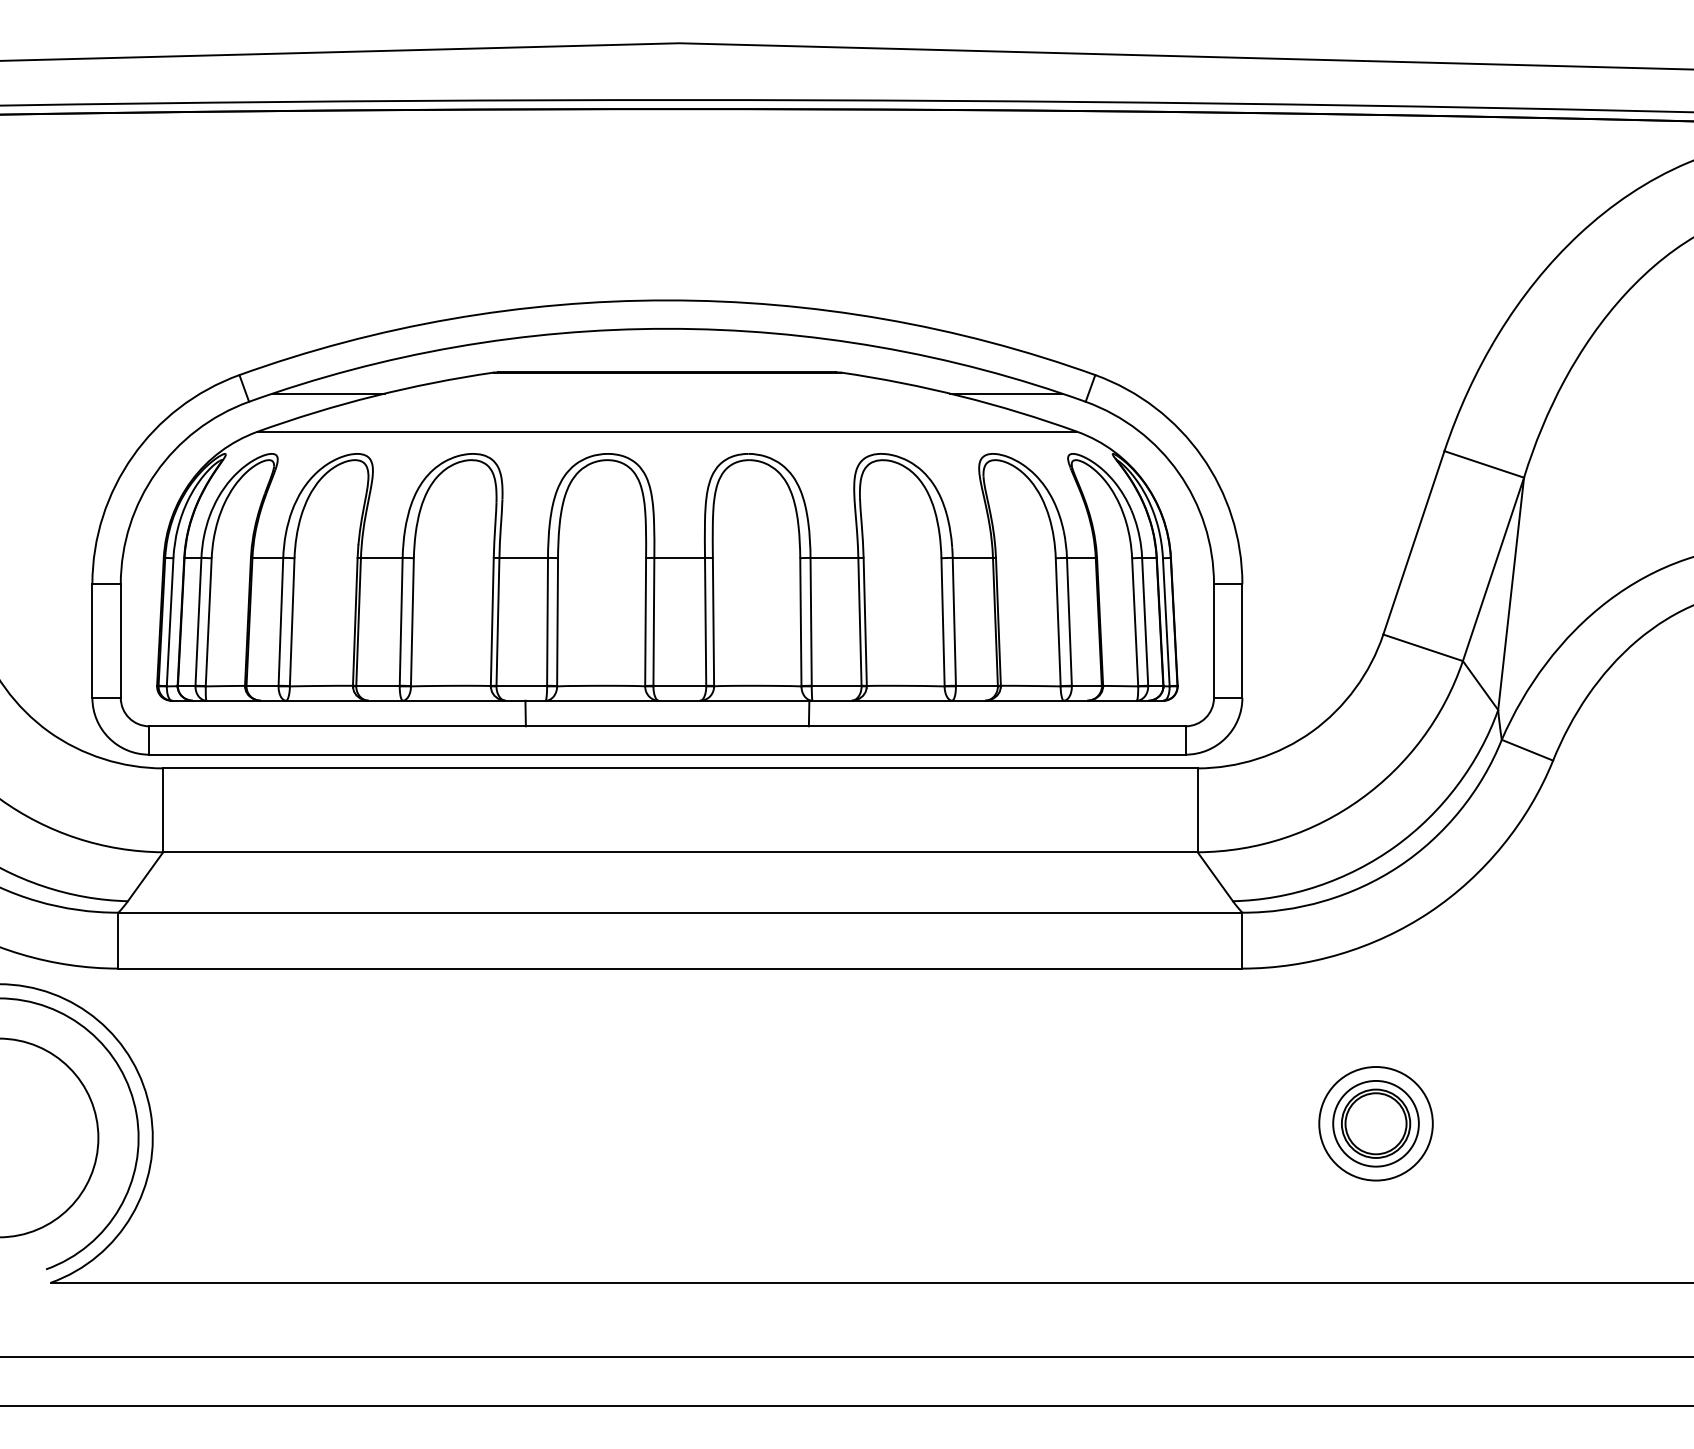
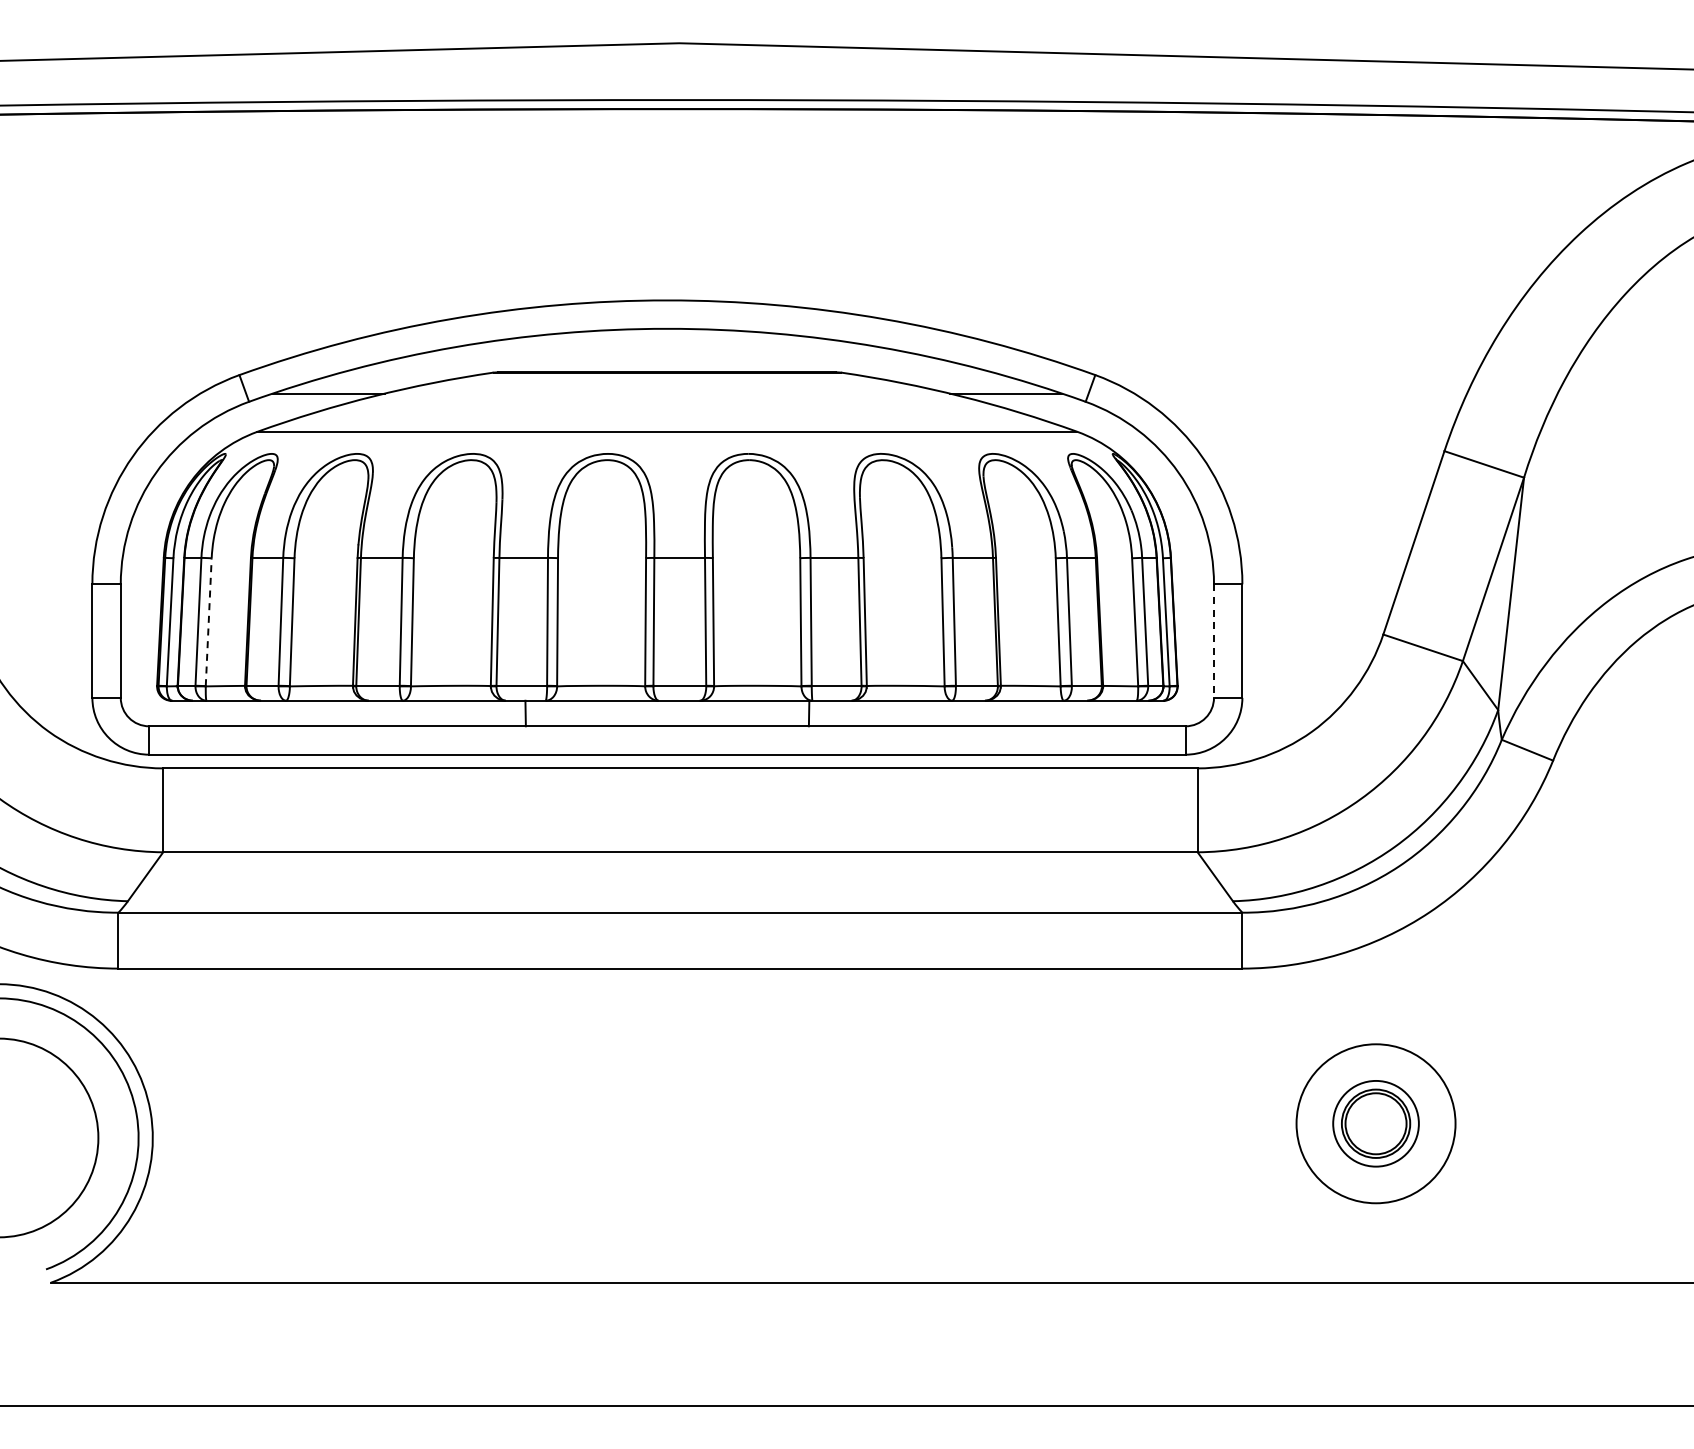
line at (208, 621): solid -> dashed
line at (1214, 641): solid -> dashed
circle at (1375, 1123) diameter: 114 px -> 159 px
line at (846, 1356): present -> none
